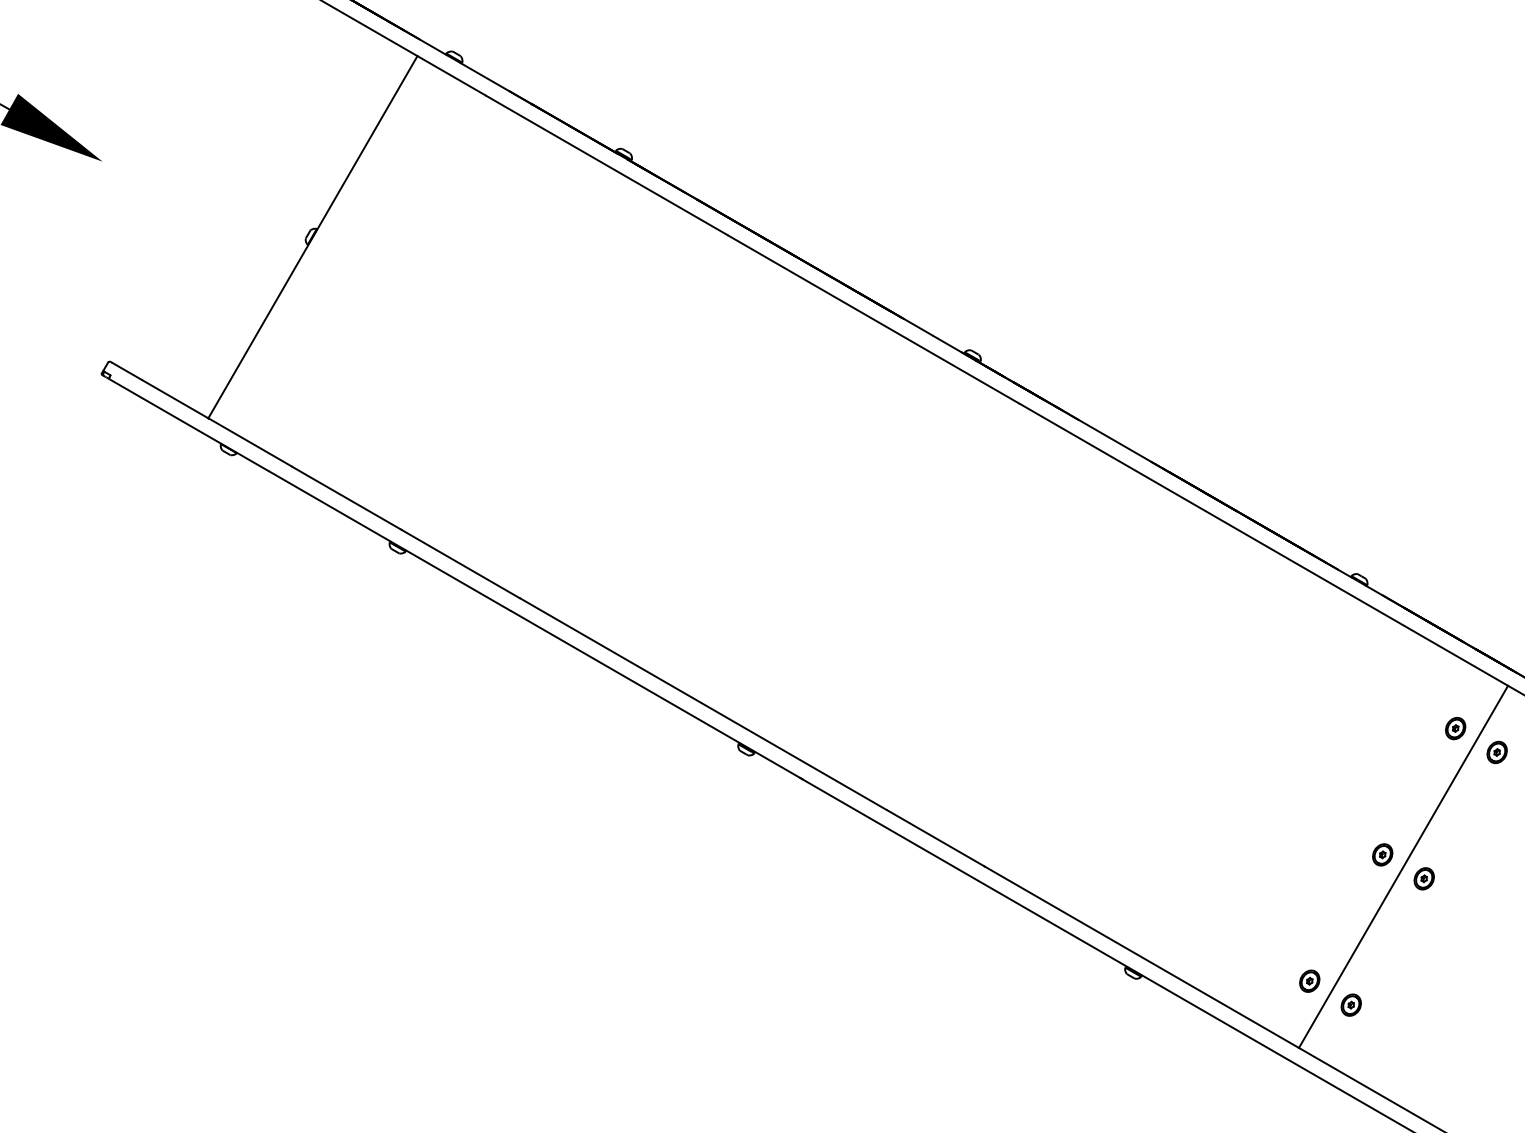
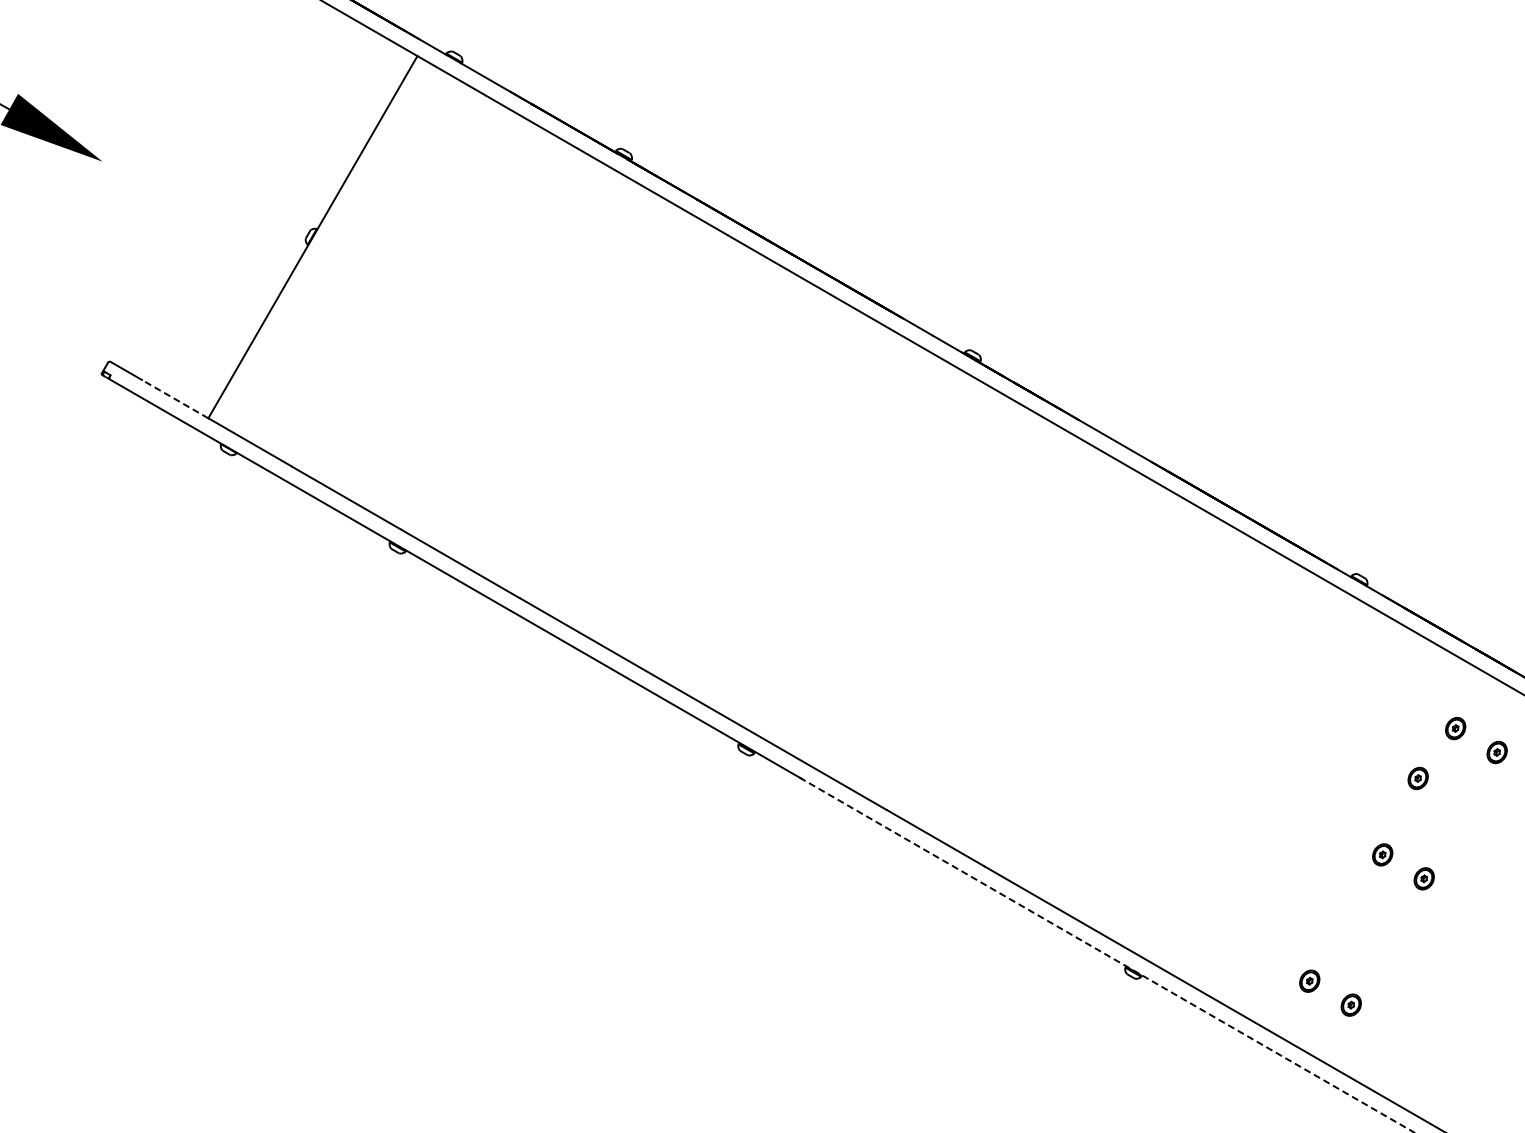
line at (175, 399): solid -> dashed
part at (1417, 778): none -> present
line at (1403, 866): present -> none
line at (1108, 956): solid -> dashed
